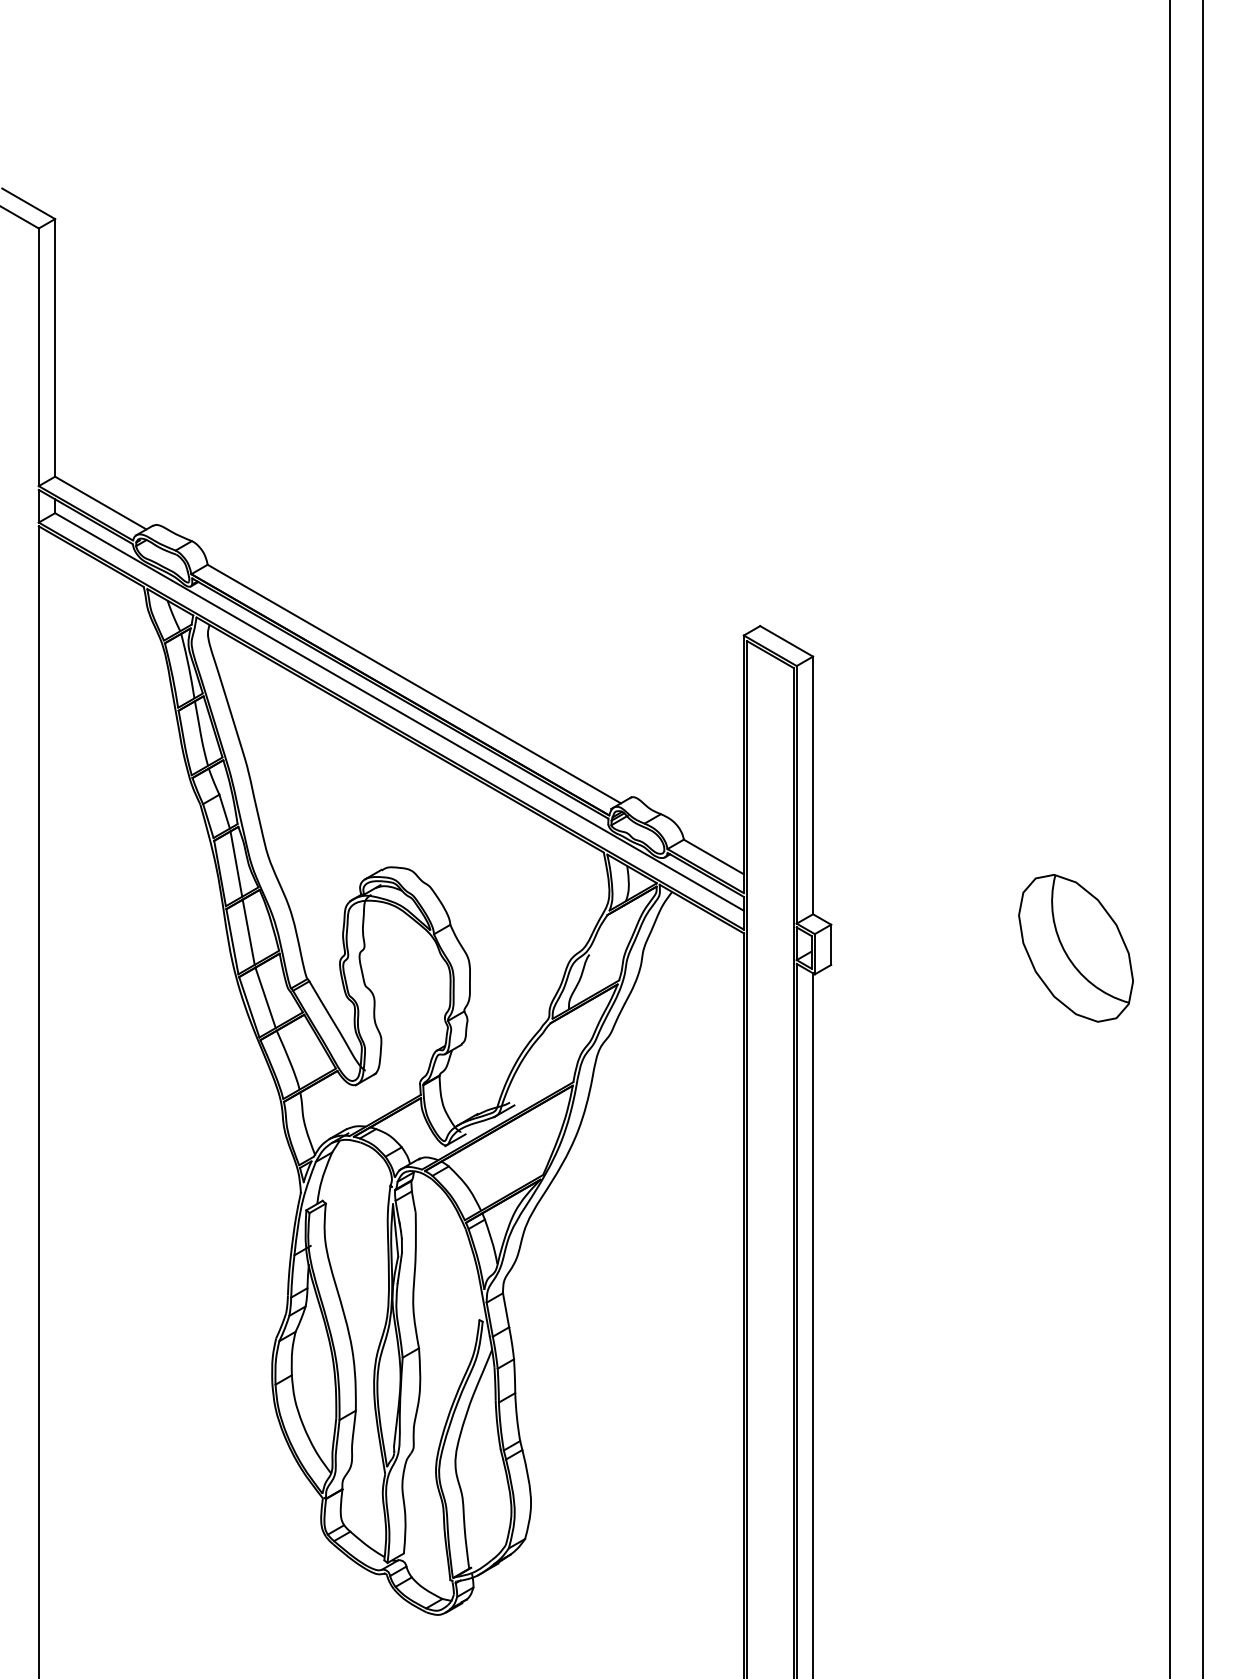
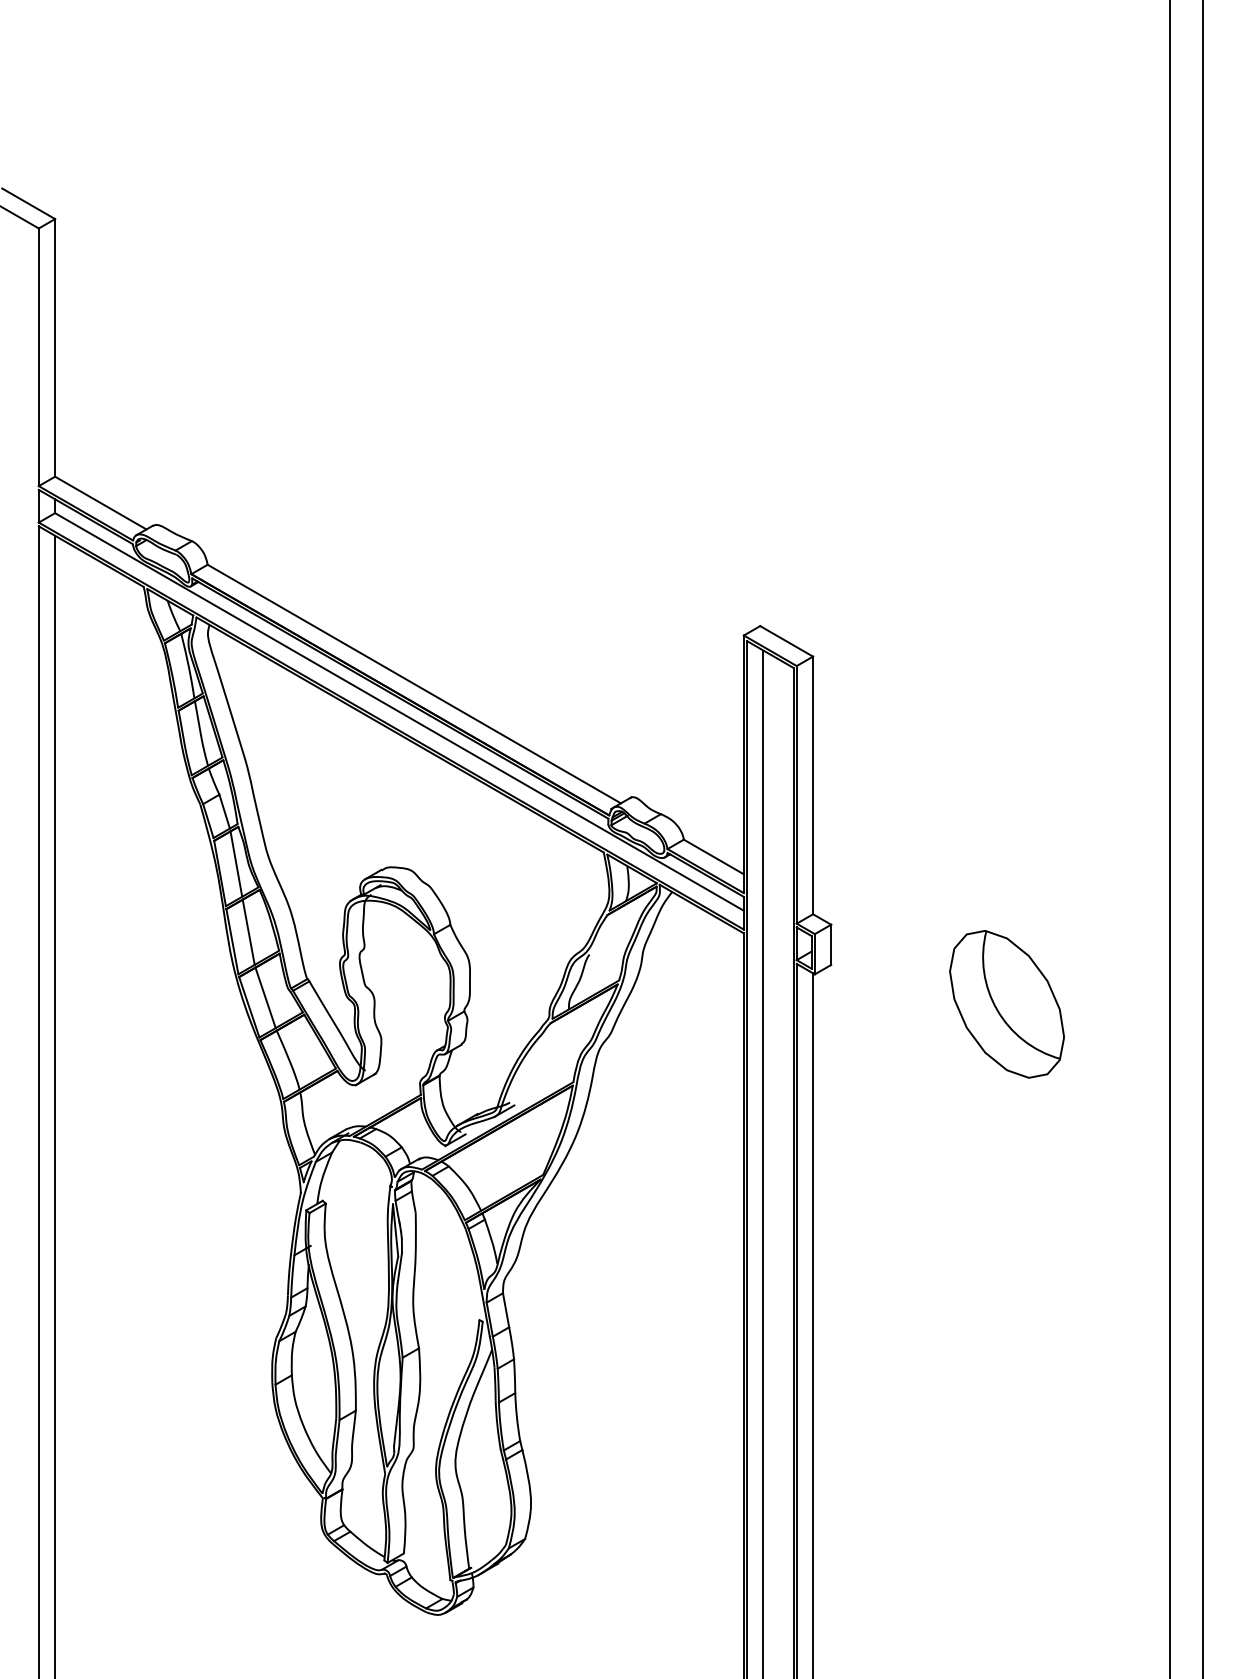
part at (1075, 948) position: (1075, 948) -> (1006, 1004)
line at (55, 1105): none -> present
line at (763, 1162): none -> present
